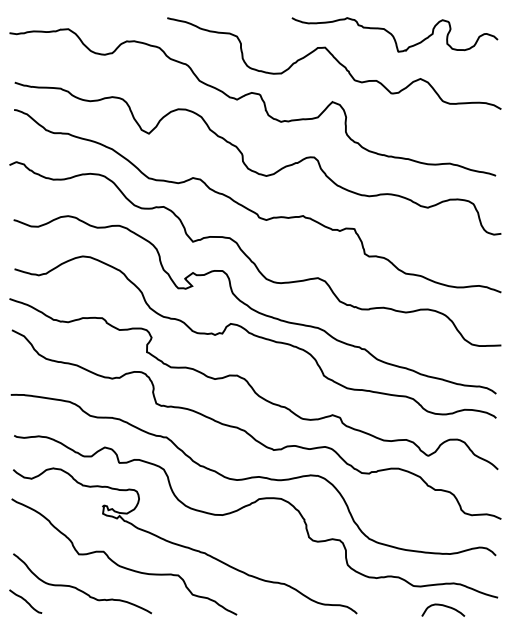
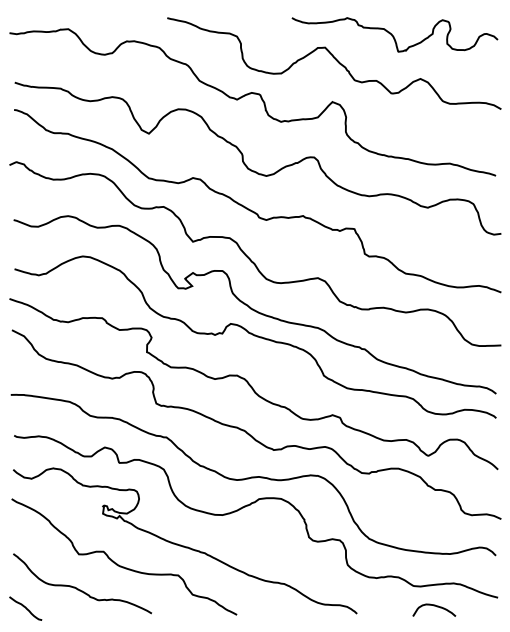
curve at (25, 601) position: (25, 601) -> (25, 608)
curve at (443, 606) position: (443, 606) -> (434, 606)
